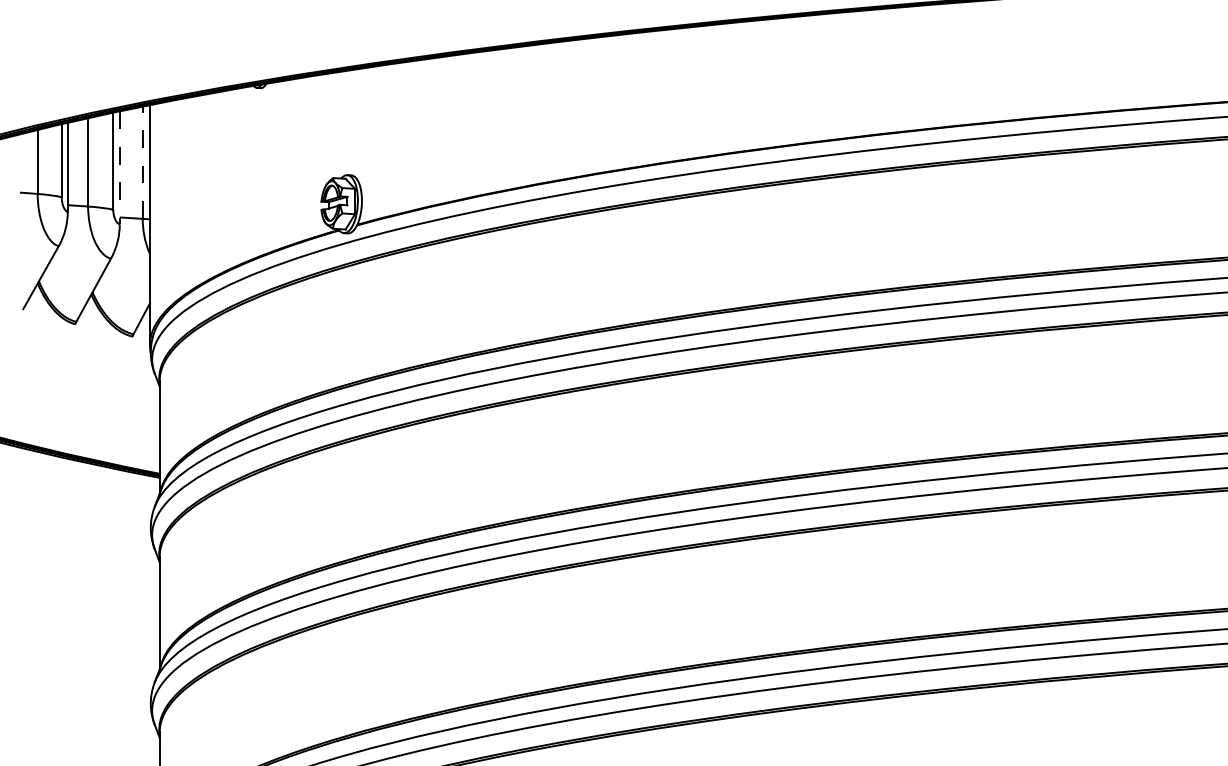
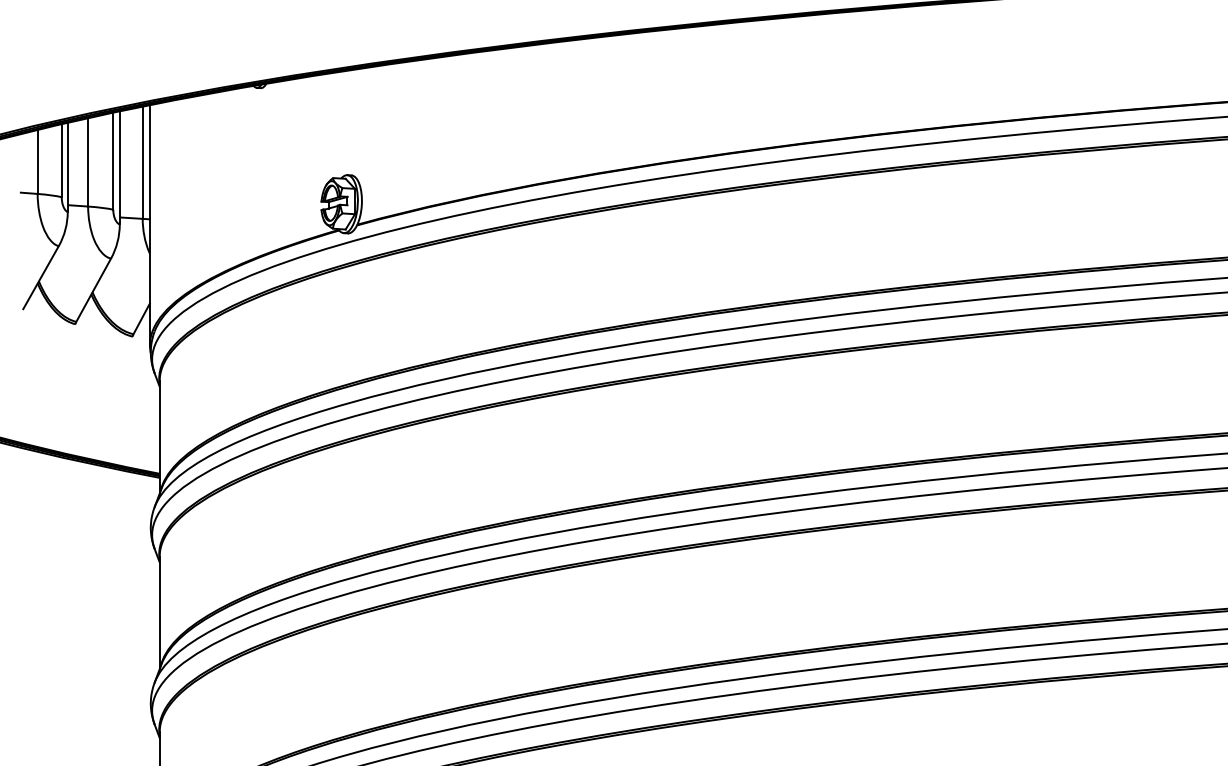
line at (142, 162): dashed -> solid
line at (119, 168): dashed -> solid
